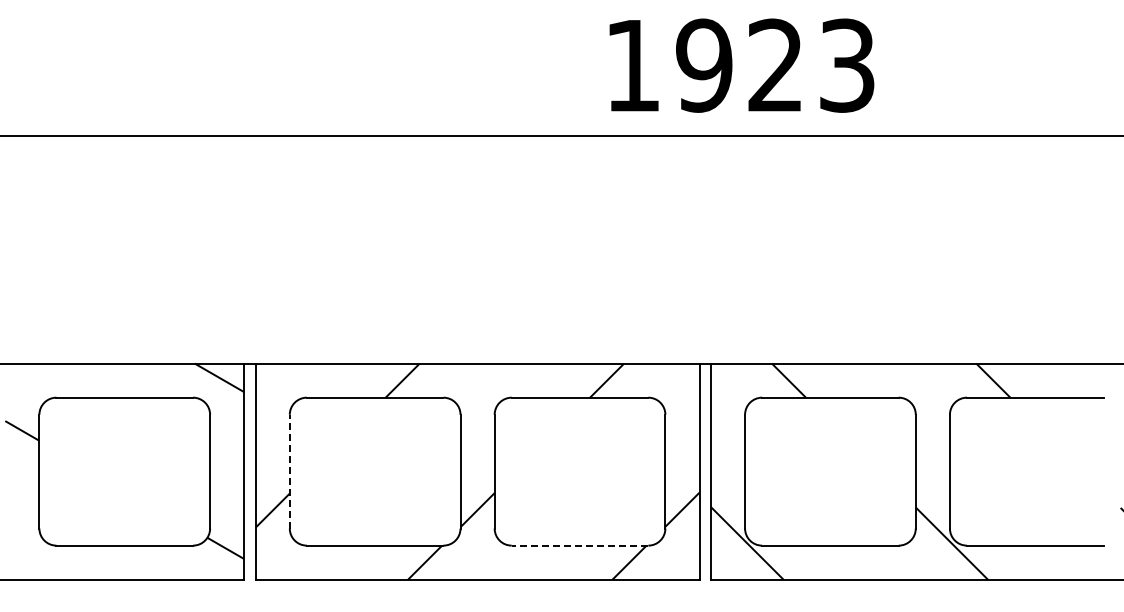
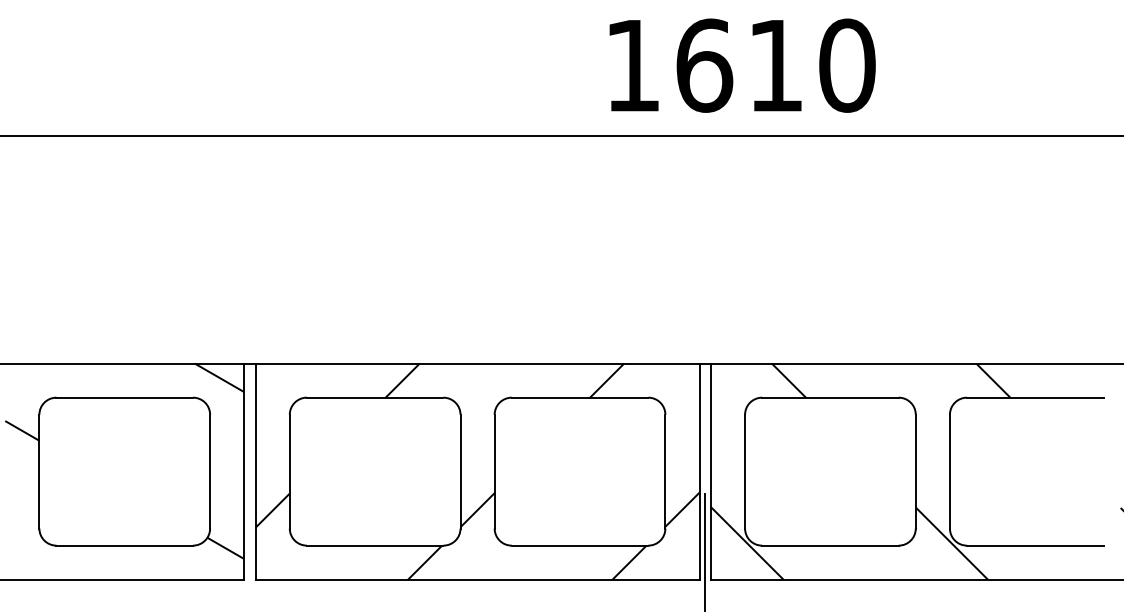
text at (775, 65): 1923 -> 1610
line at (289, 471): dashed -> solid
line at (579, 545): dashed -> solid
line at (705, 550): none -> present
